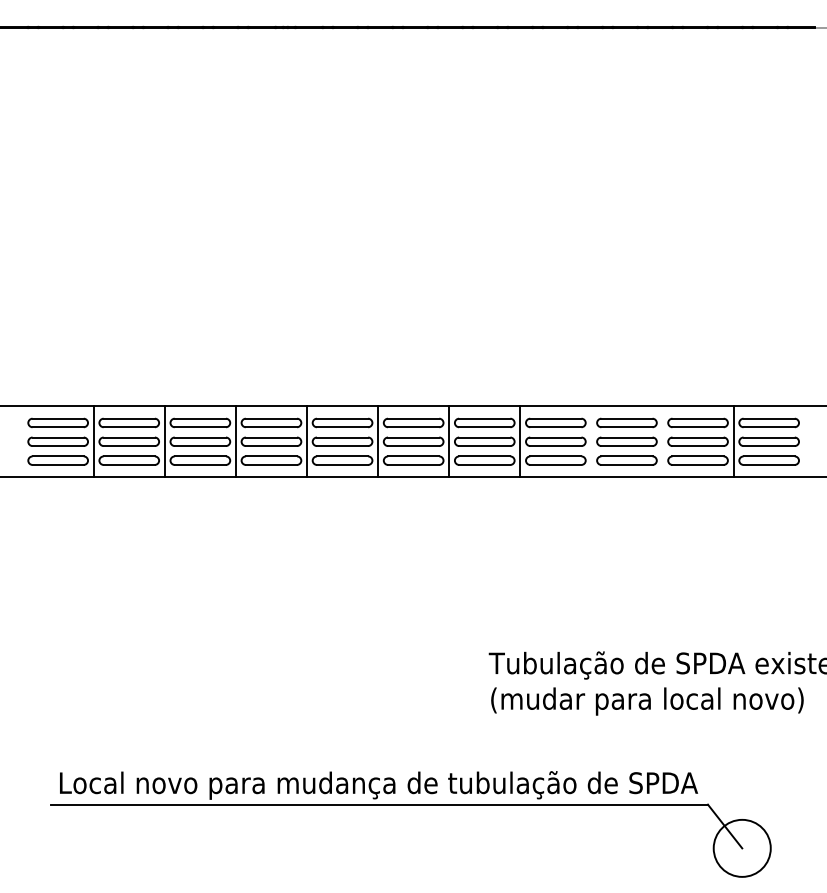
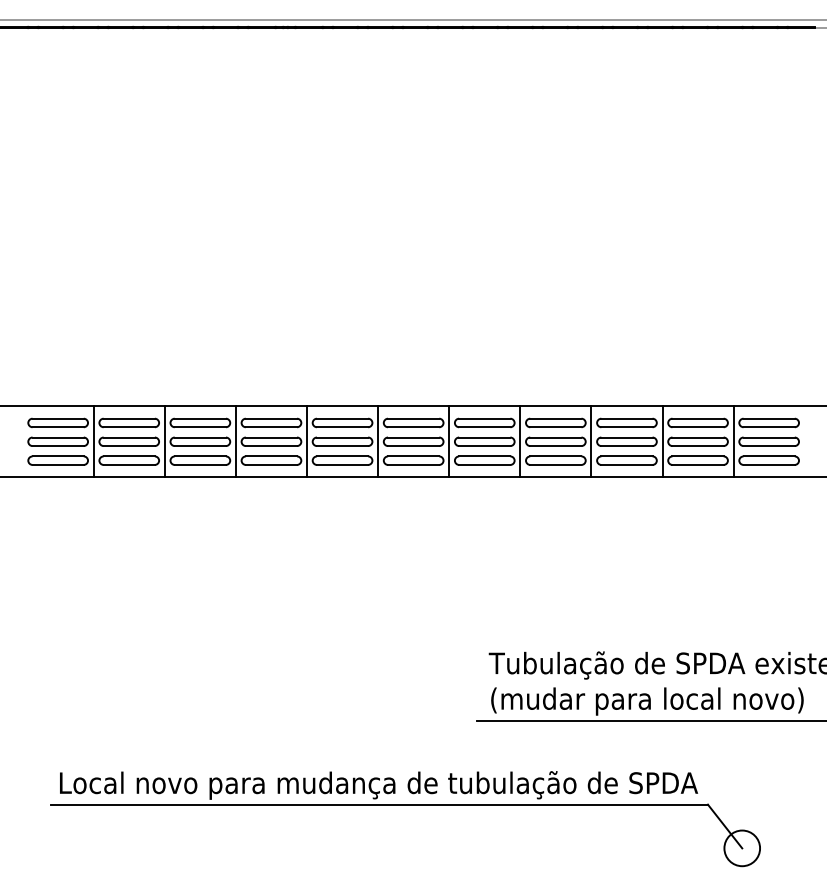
line at (412, 19): none -> present
line at (591, 441): none -> present
line at (662, 441): none -> present
line at (650, 721): none -> present
circle at (741, 847) diameter: 57 px -> 36 px
